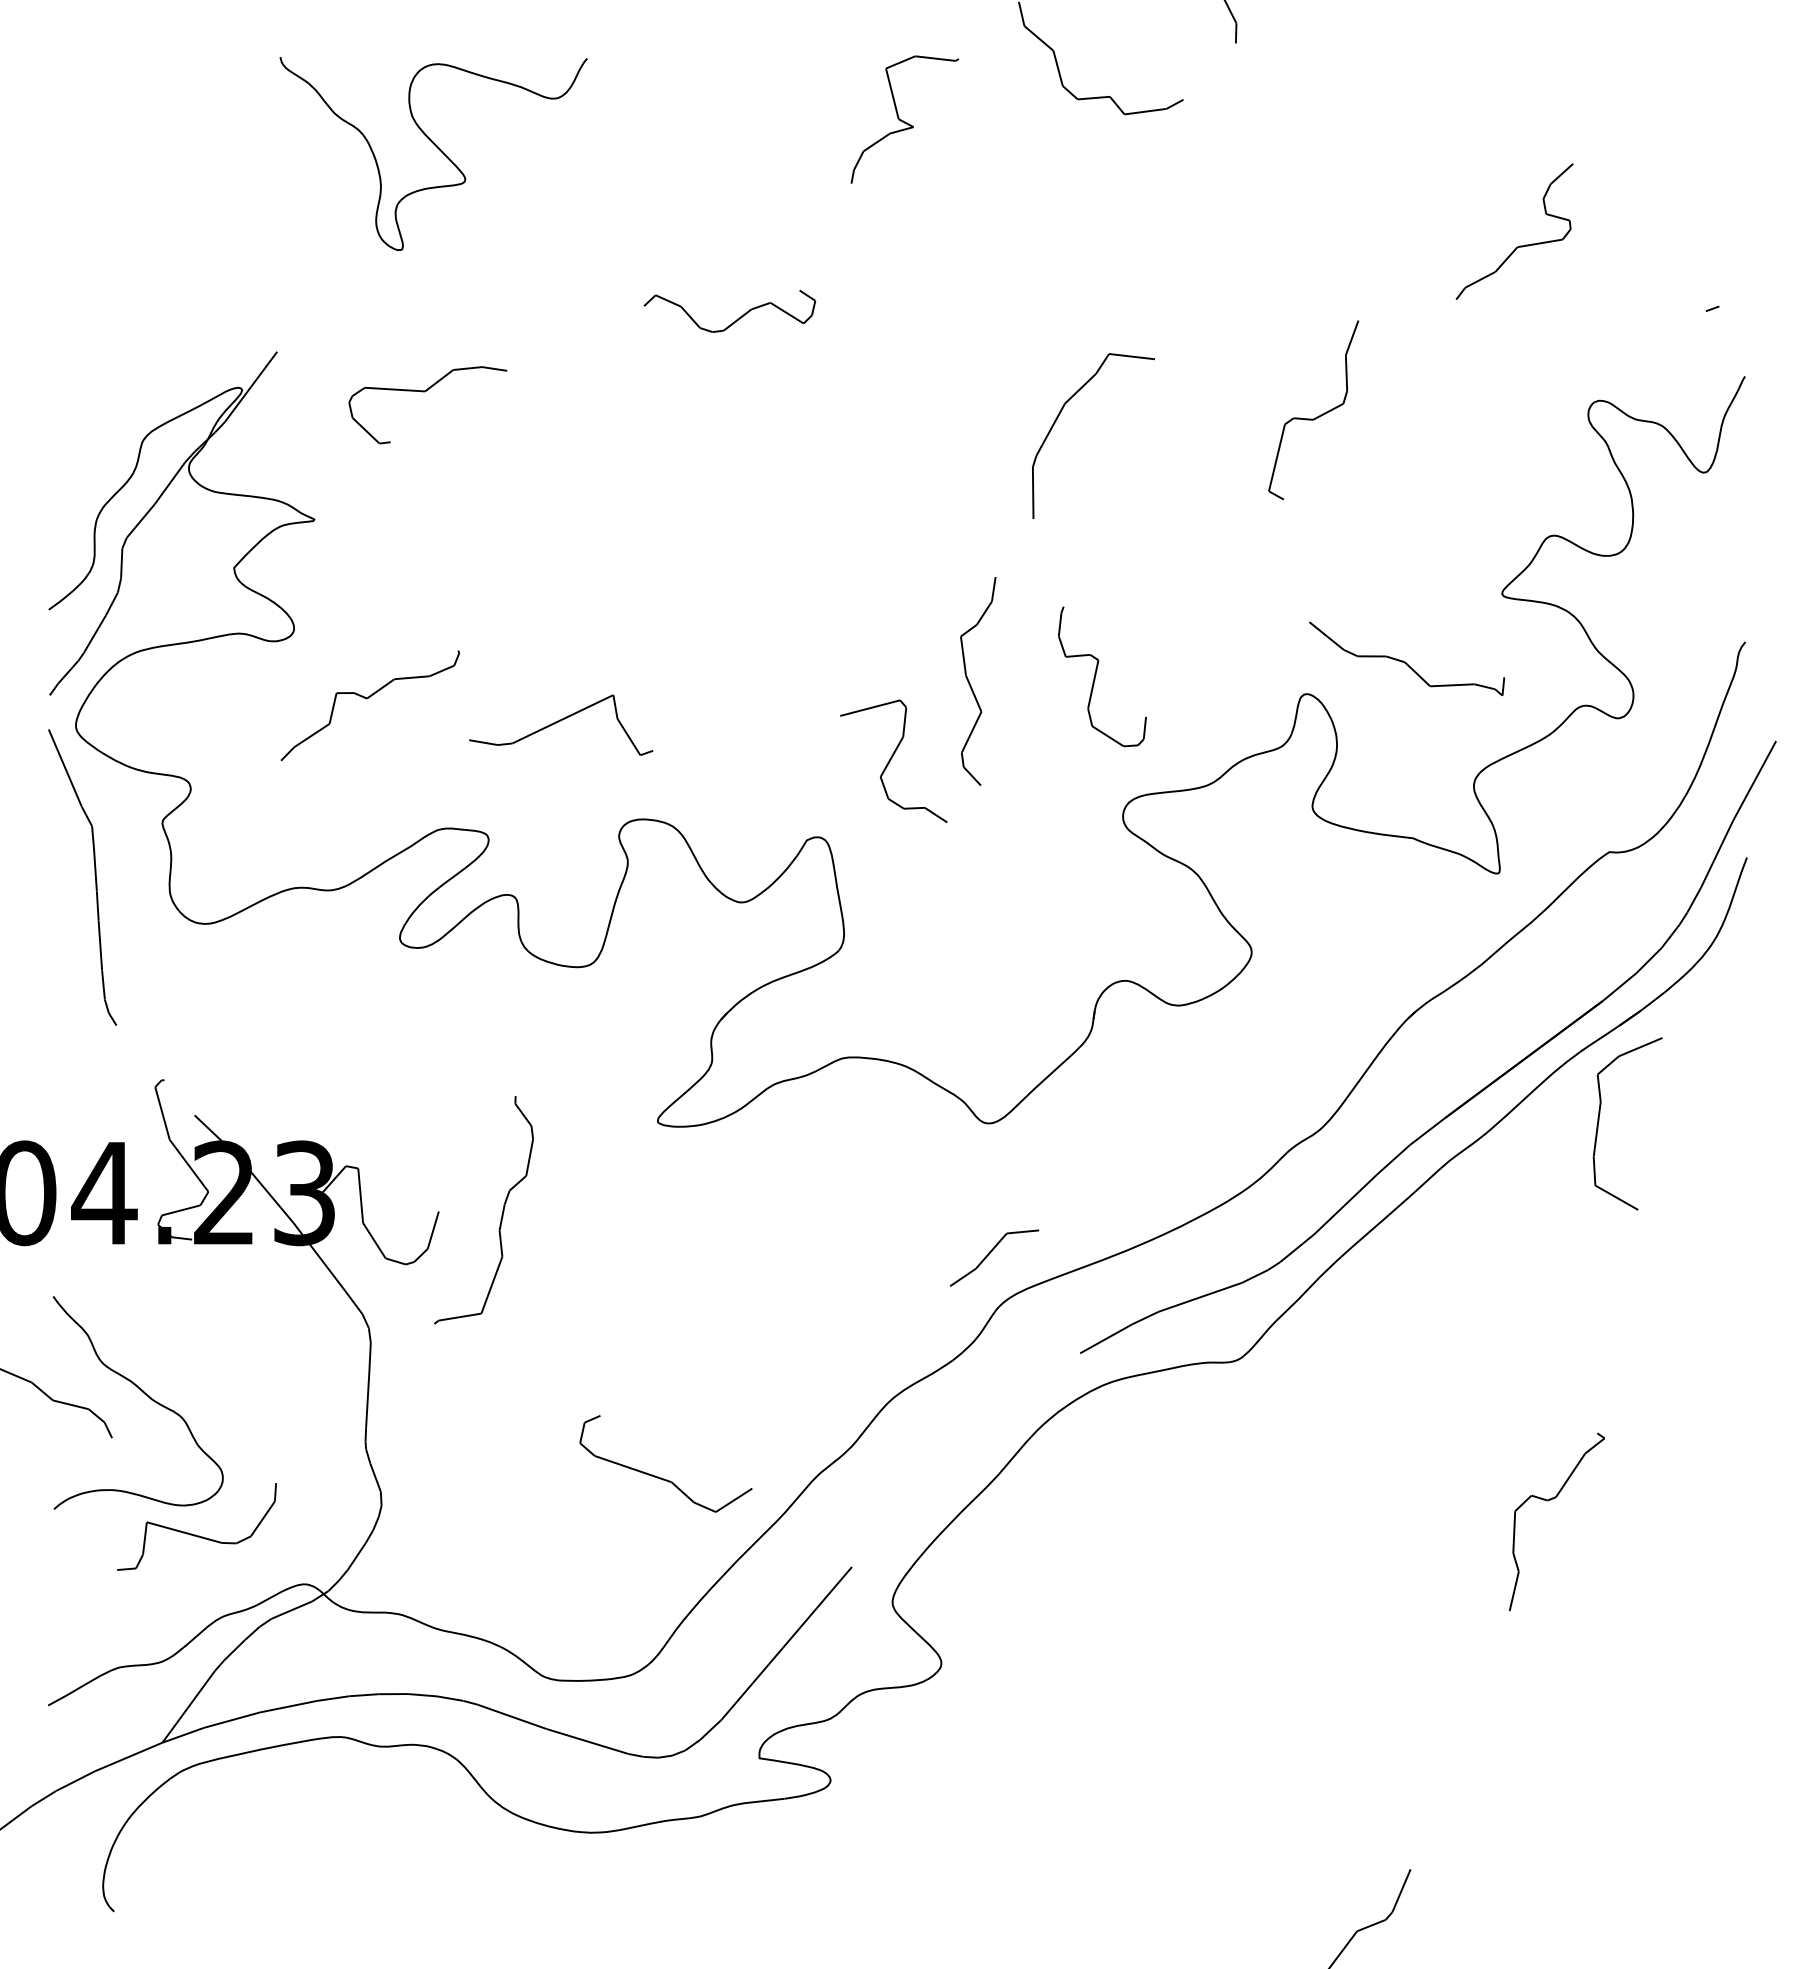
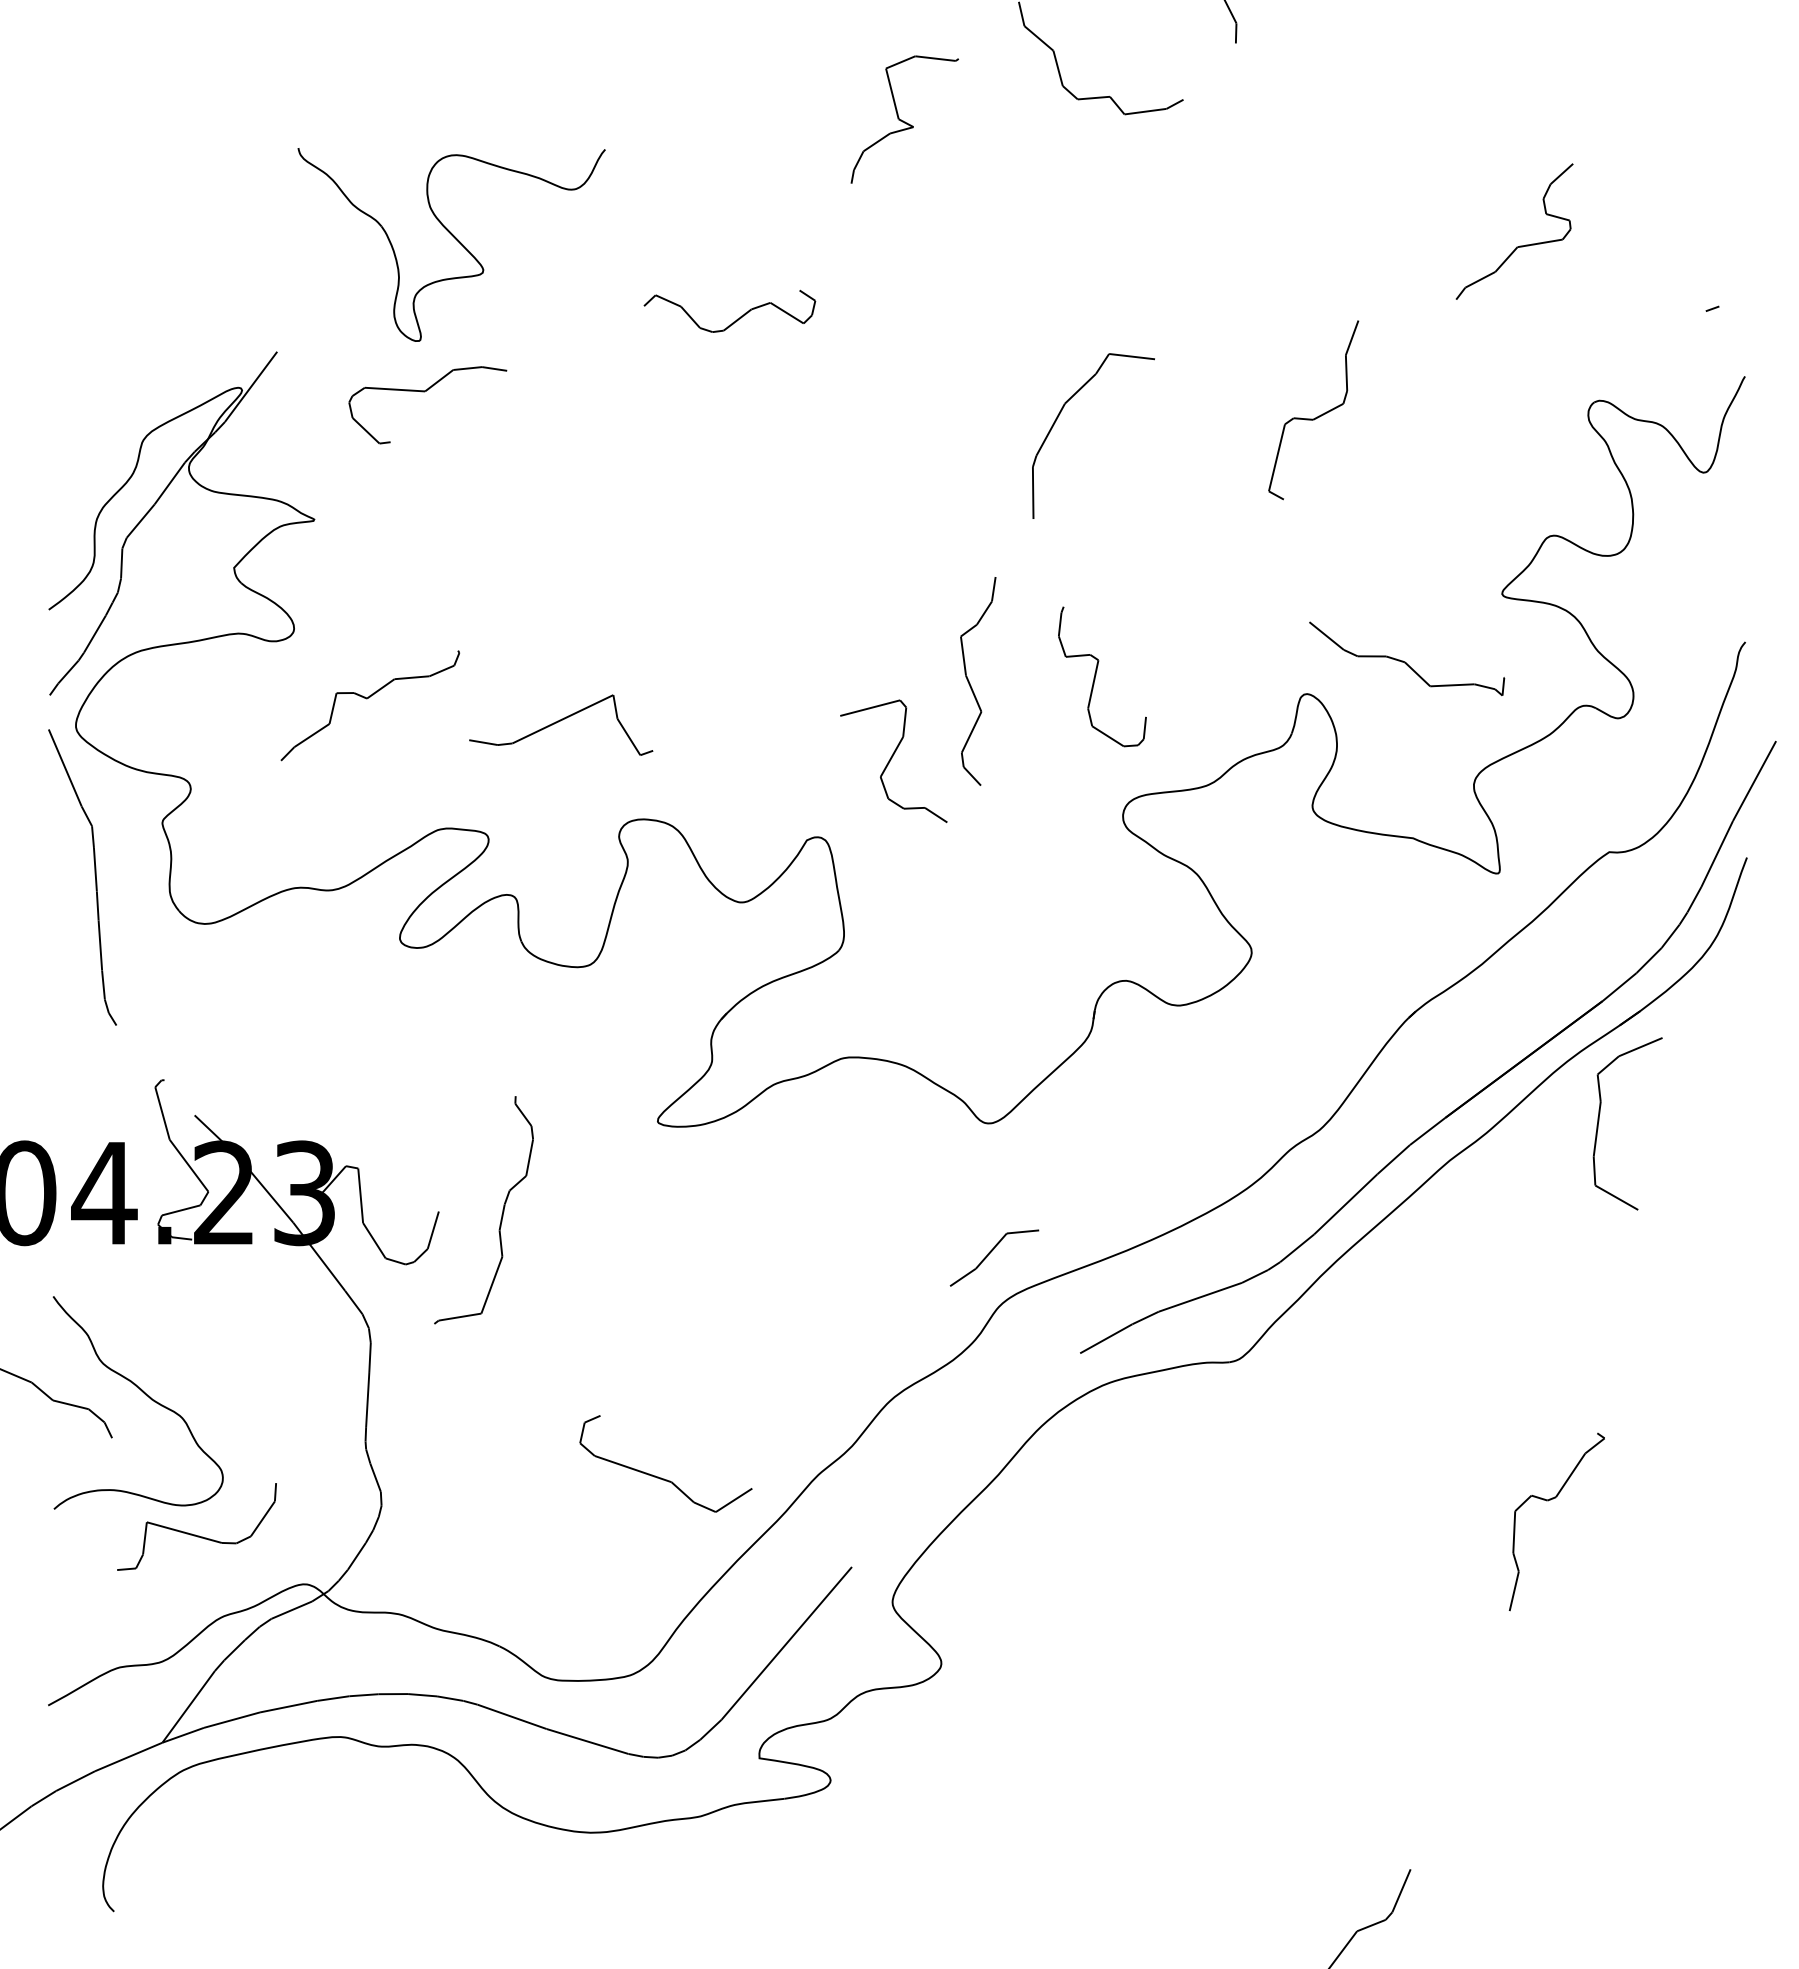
part at (437, 148) position: (437, 148) -> (455, 239)
